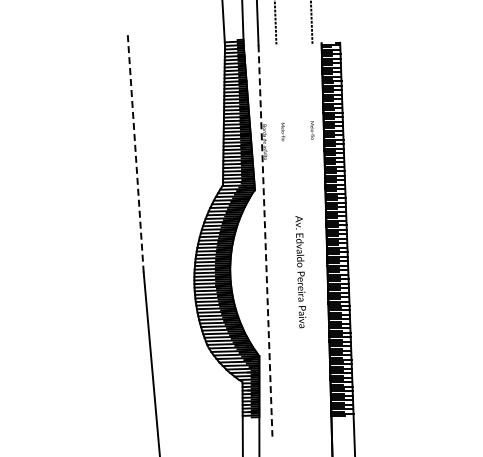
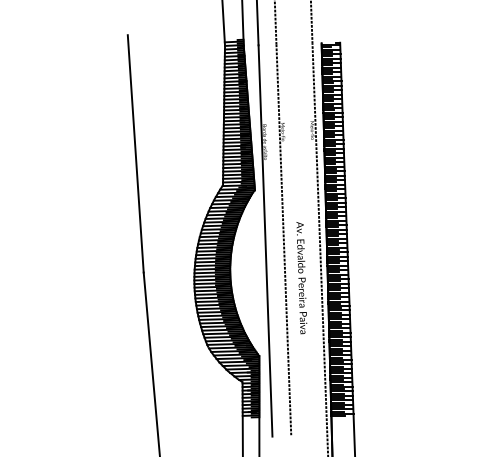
line at (135, 153): dashed -> solid
line at (283, 239): none -> present
line at (265, 240): dashed -> solid
line at (320, 248): none -> present
text at (300, 272) position: (300, 272) -> (301, 278)
